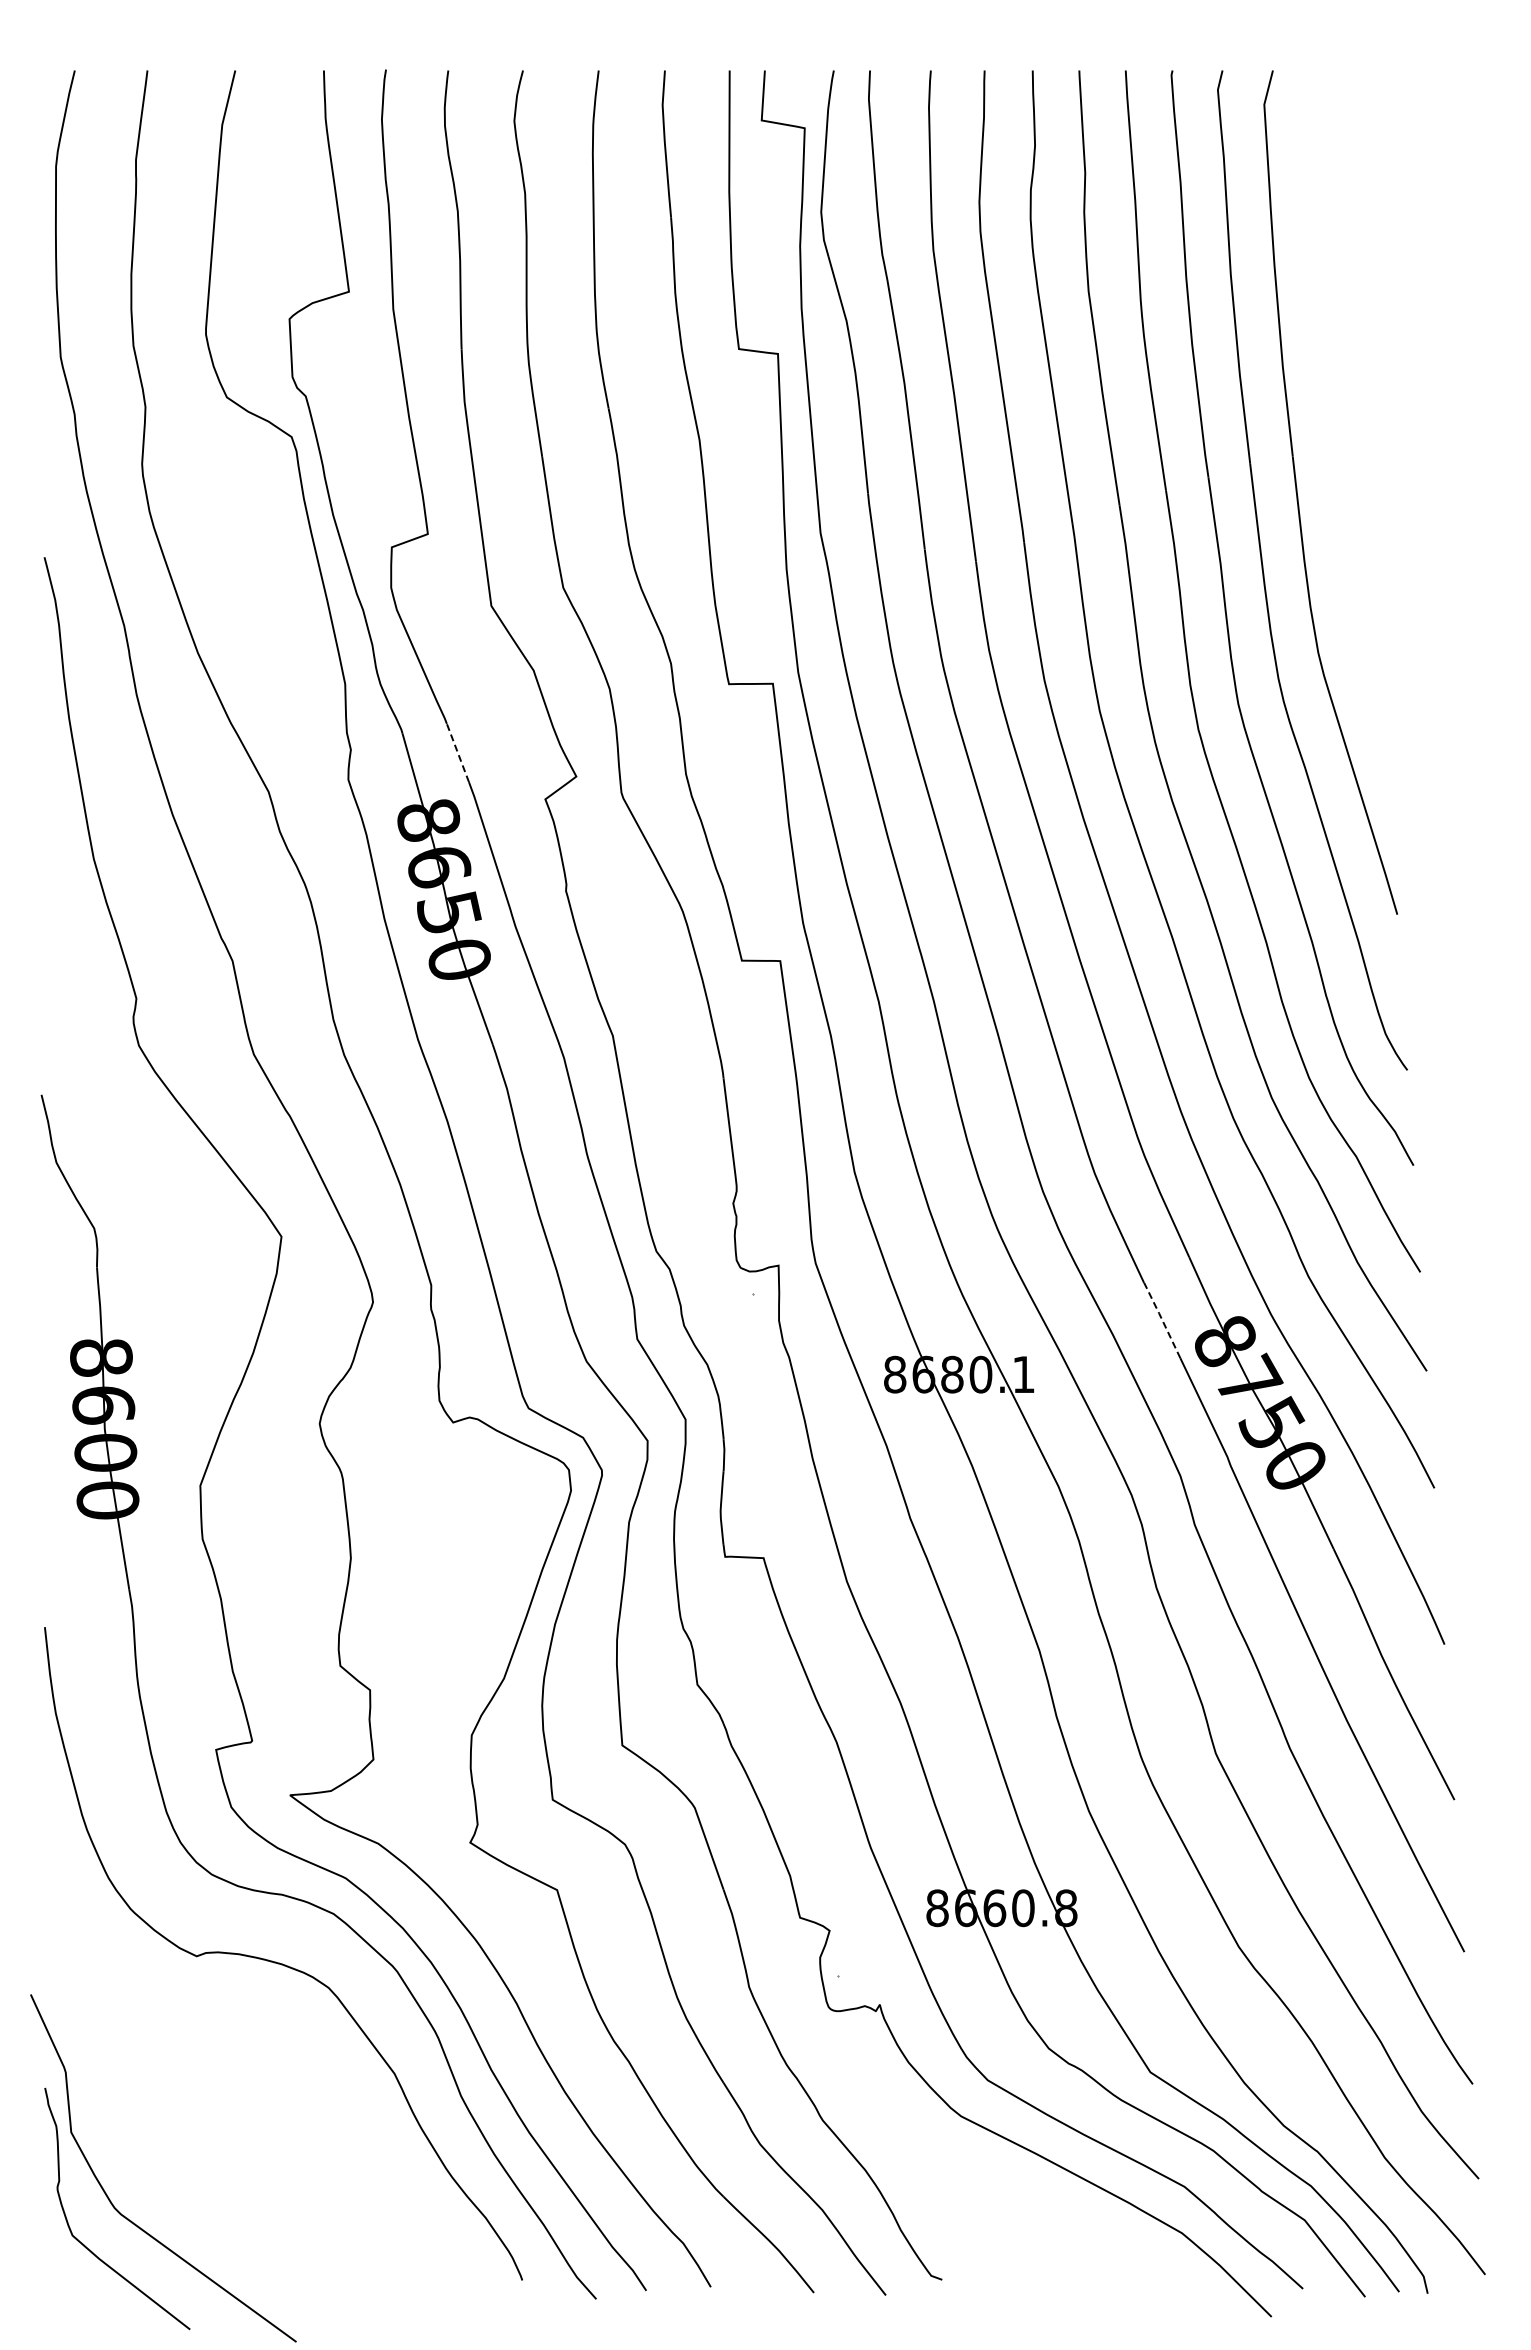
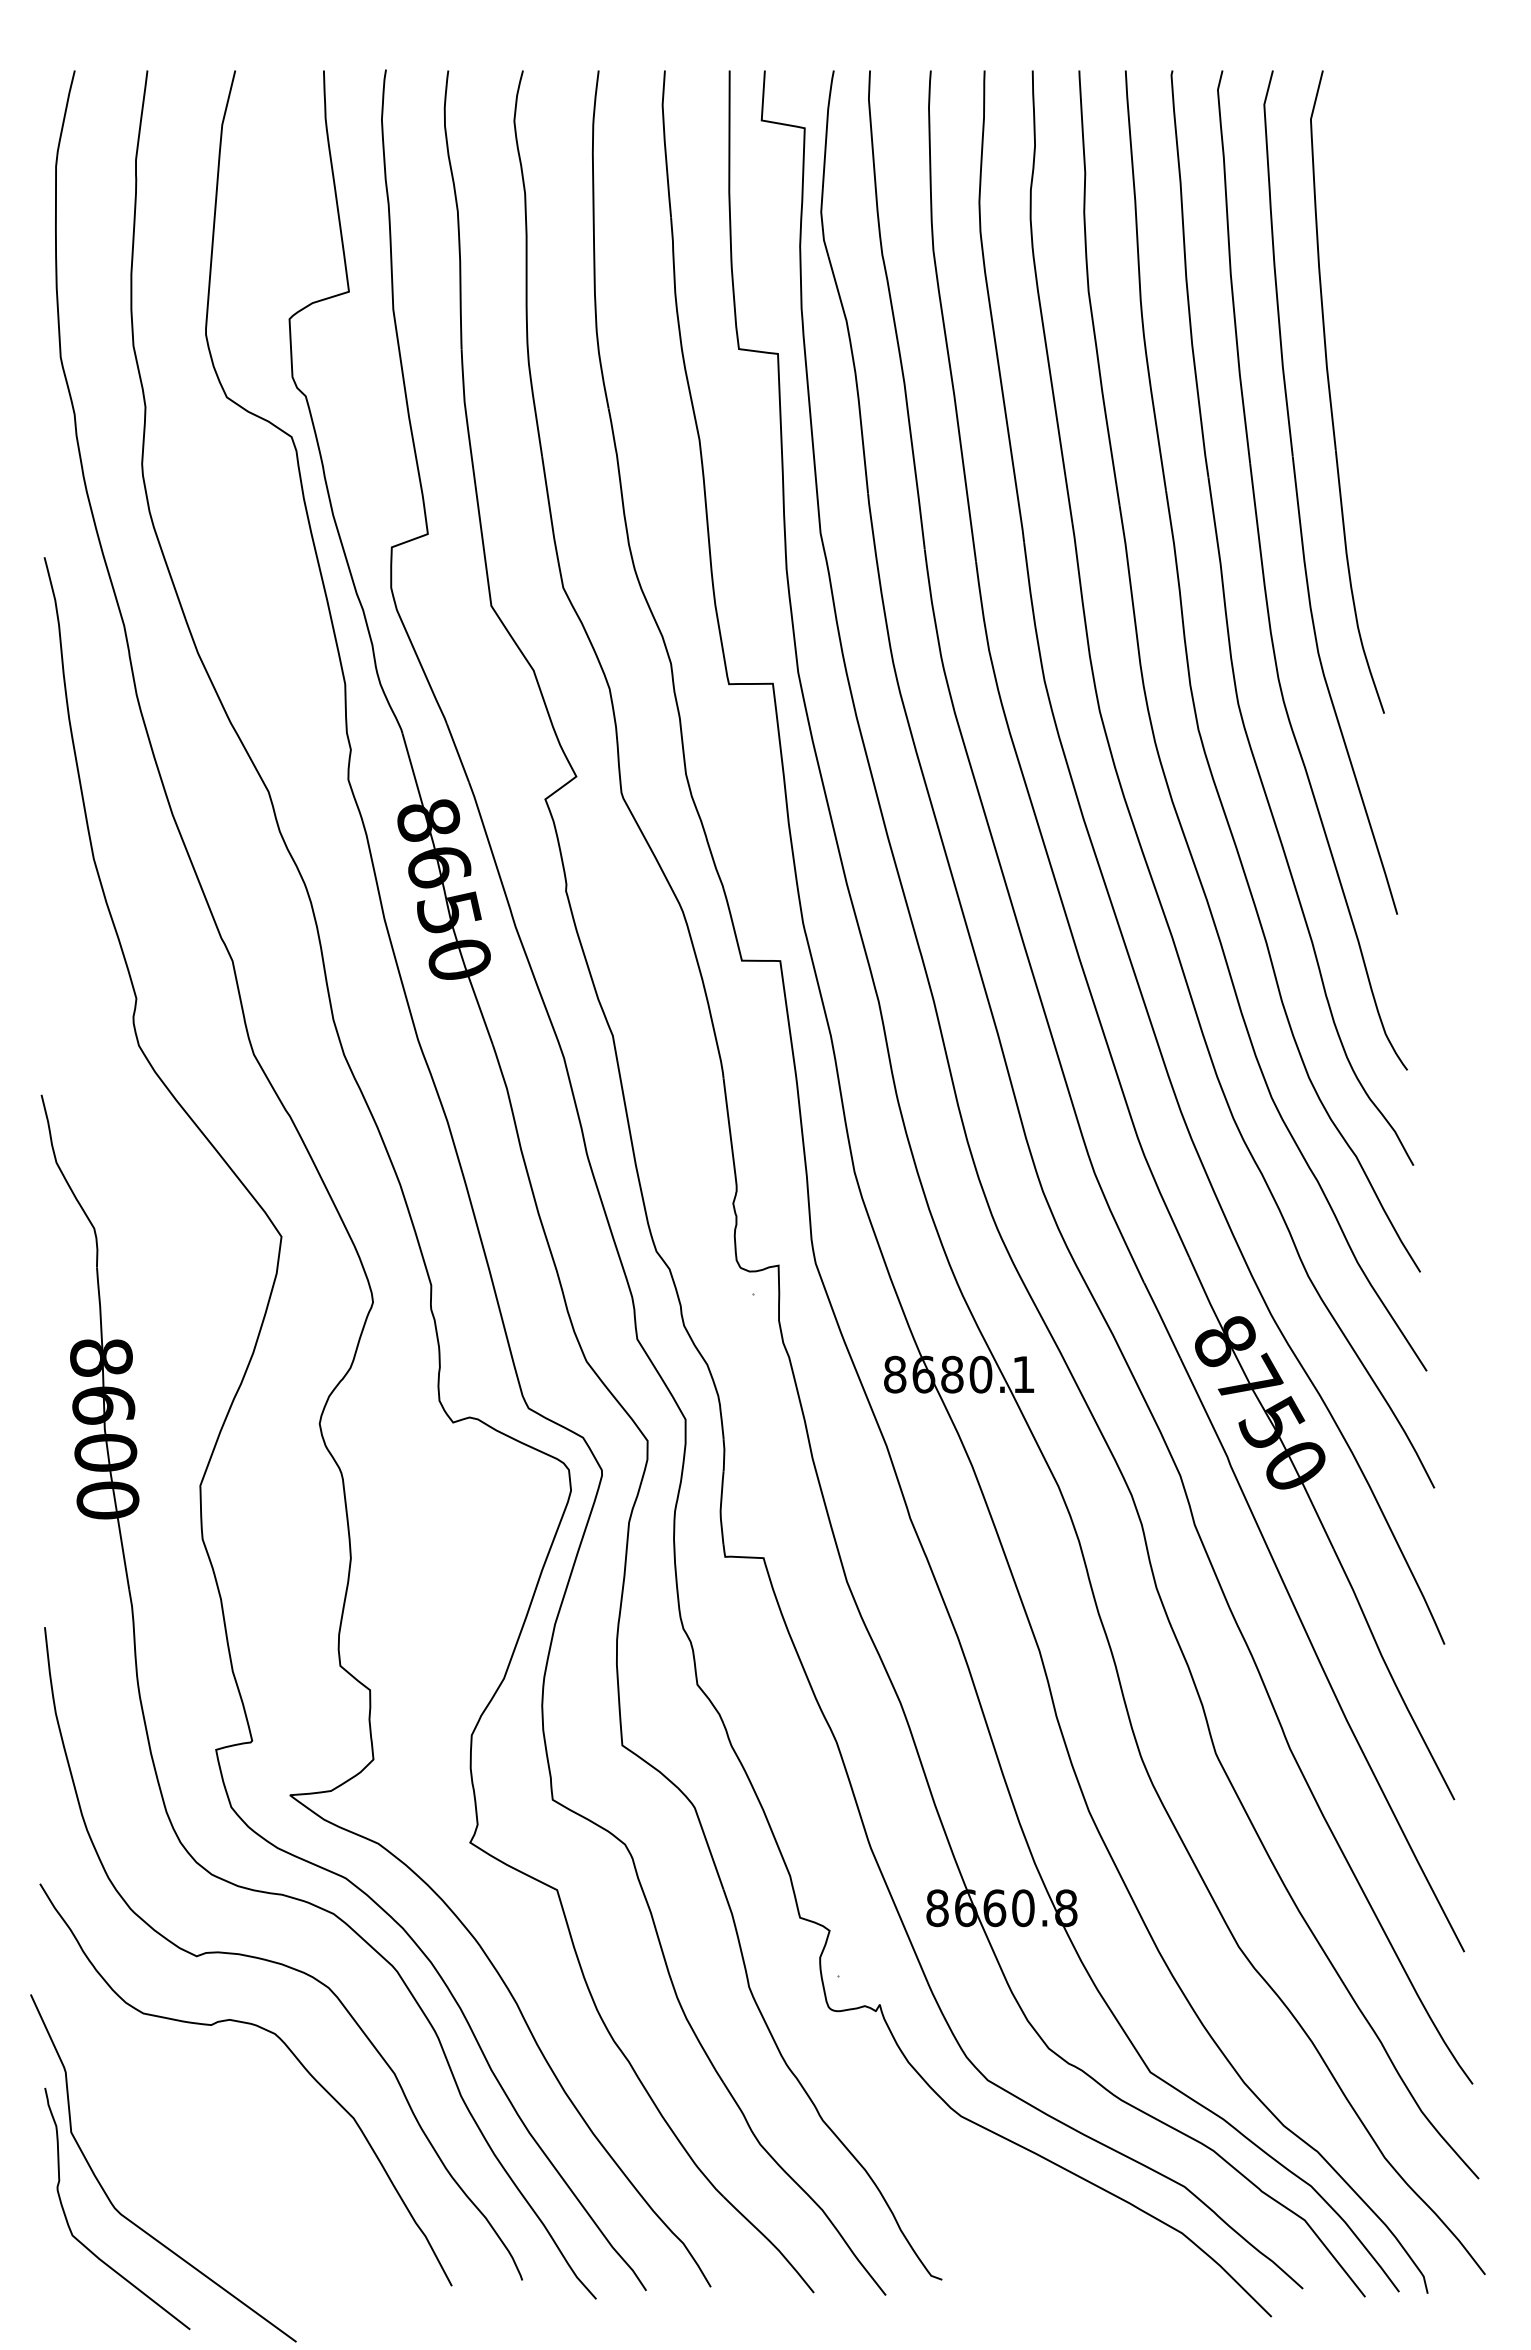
part at (1330, 391): none -> present
line at (458, 753): dashed -> solid
line at (1162, 1319): dashed -> solid
curve at (290, 2052): none -> present
